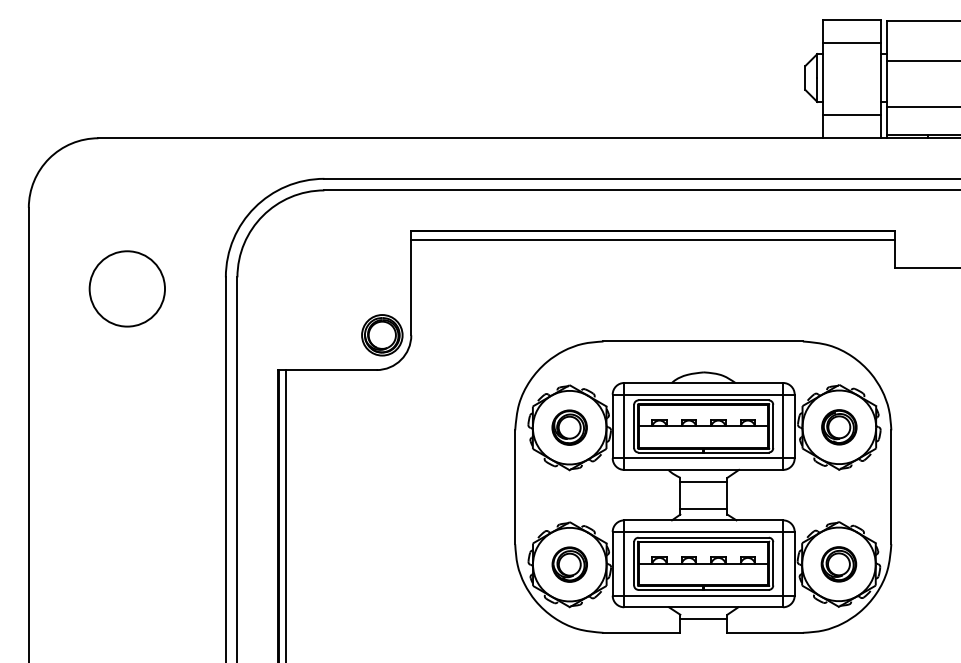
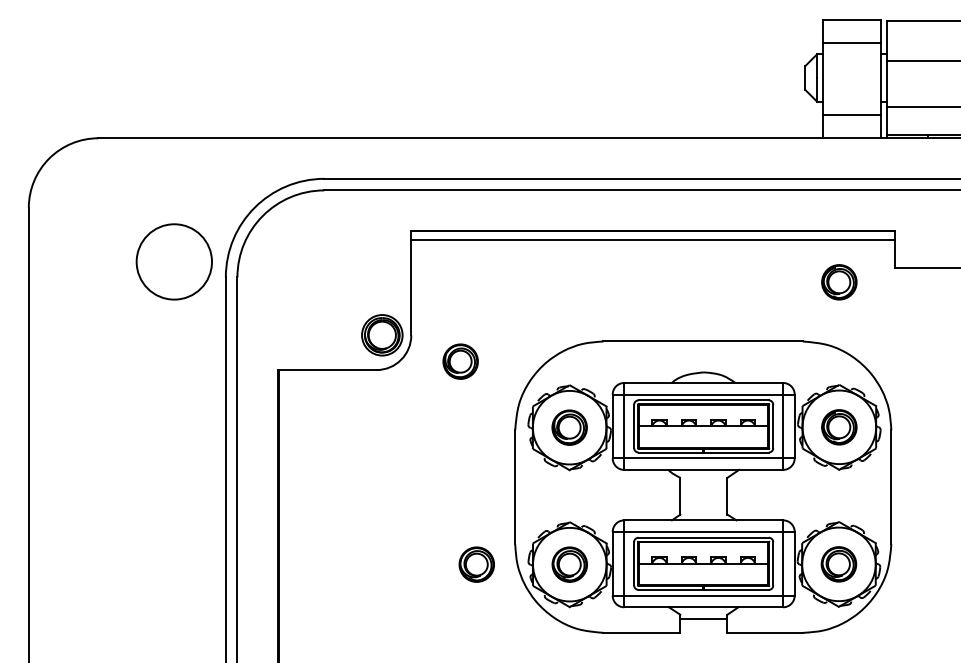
part at (839, 282): none -> present
circle at (126, 288) position: (126, 288) -> (173, 261)
part at (460, 361): none -> present
line at (703, 481): present -> none
line at (703, 508): present -> none
line at (285, 514): present -> none
part at (476, 564): none -> present
